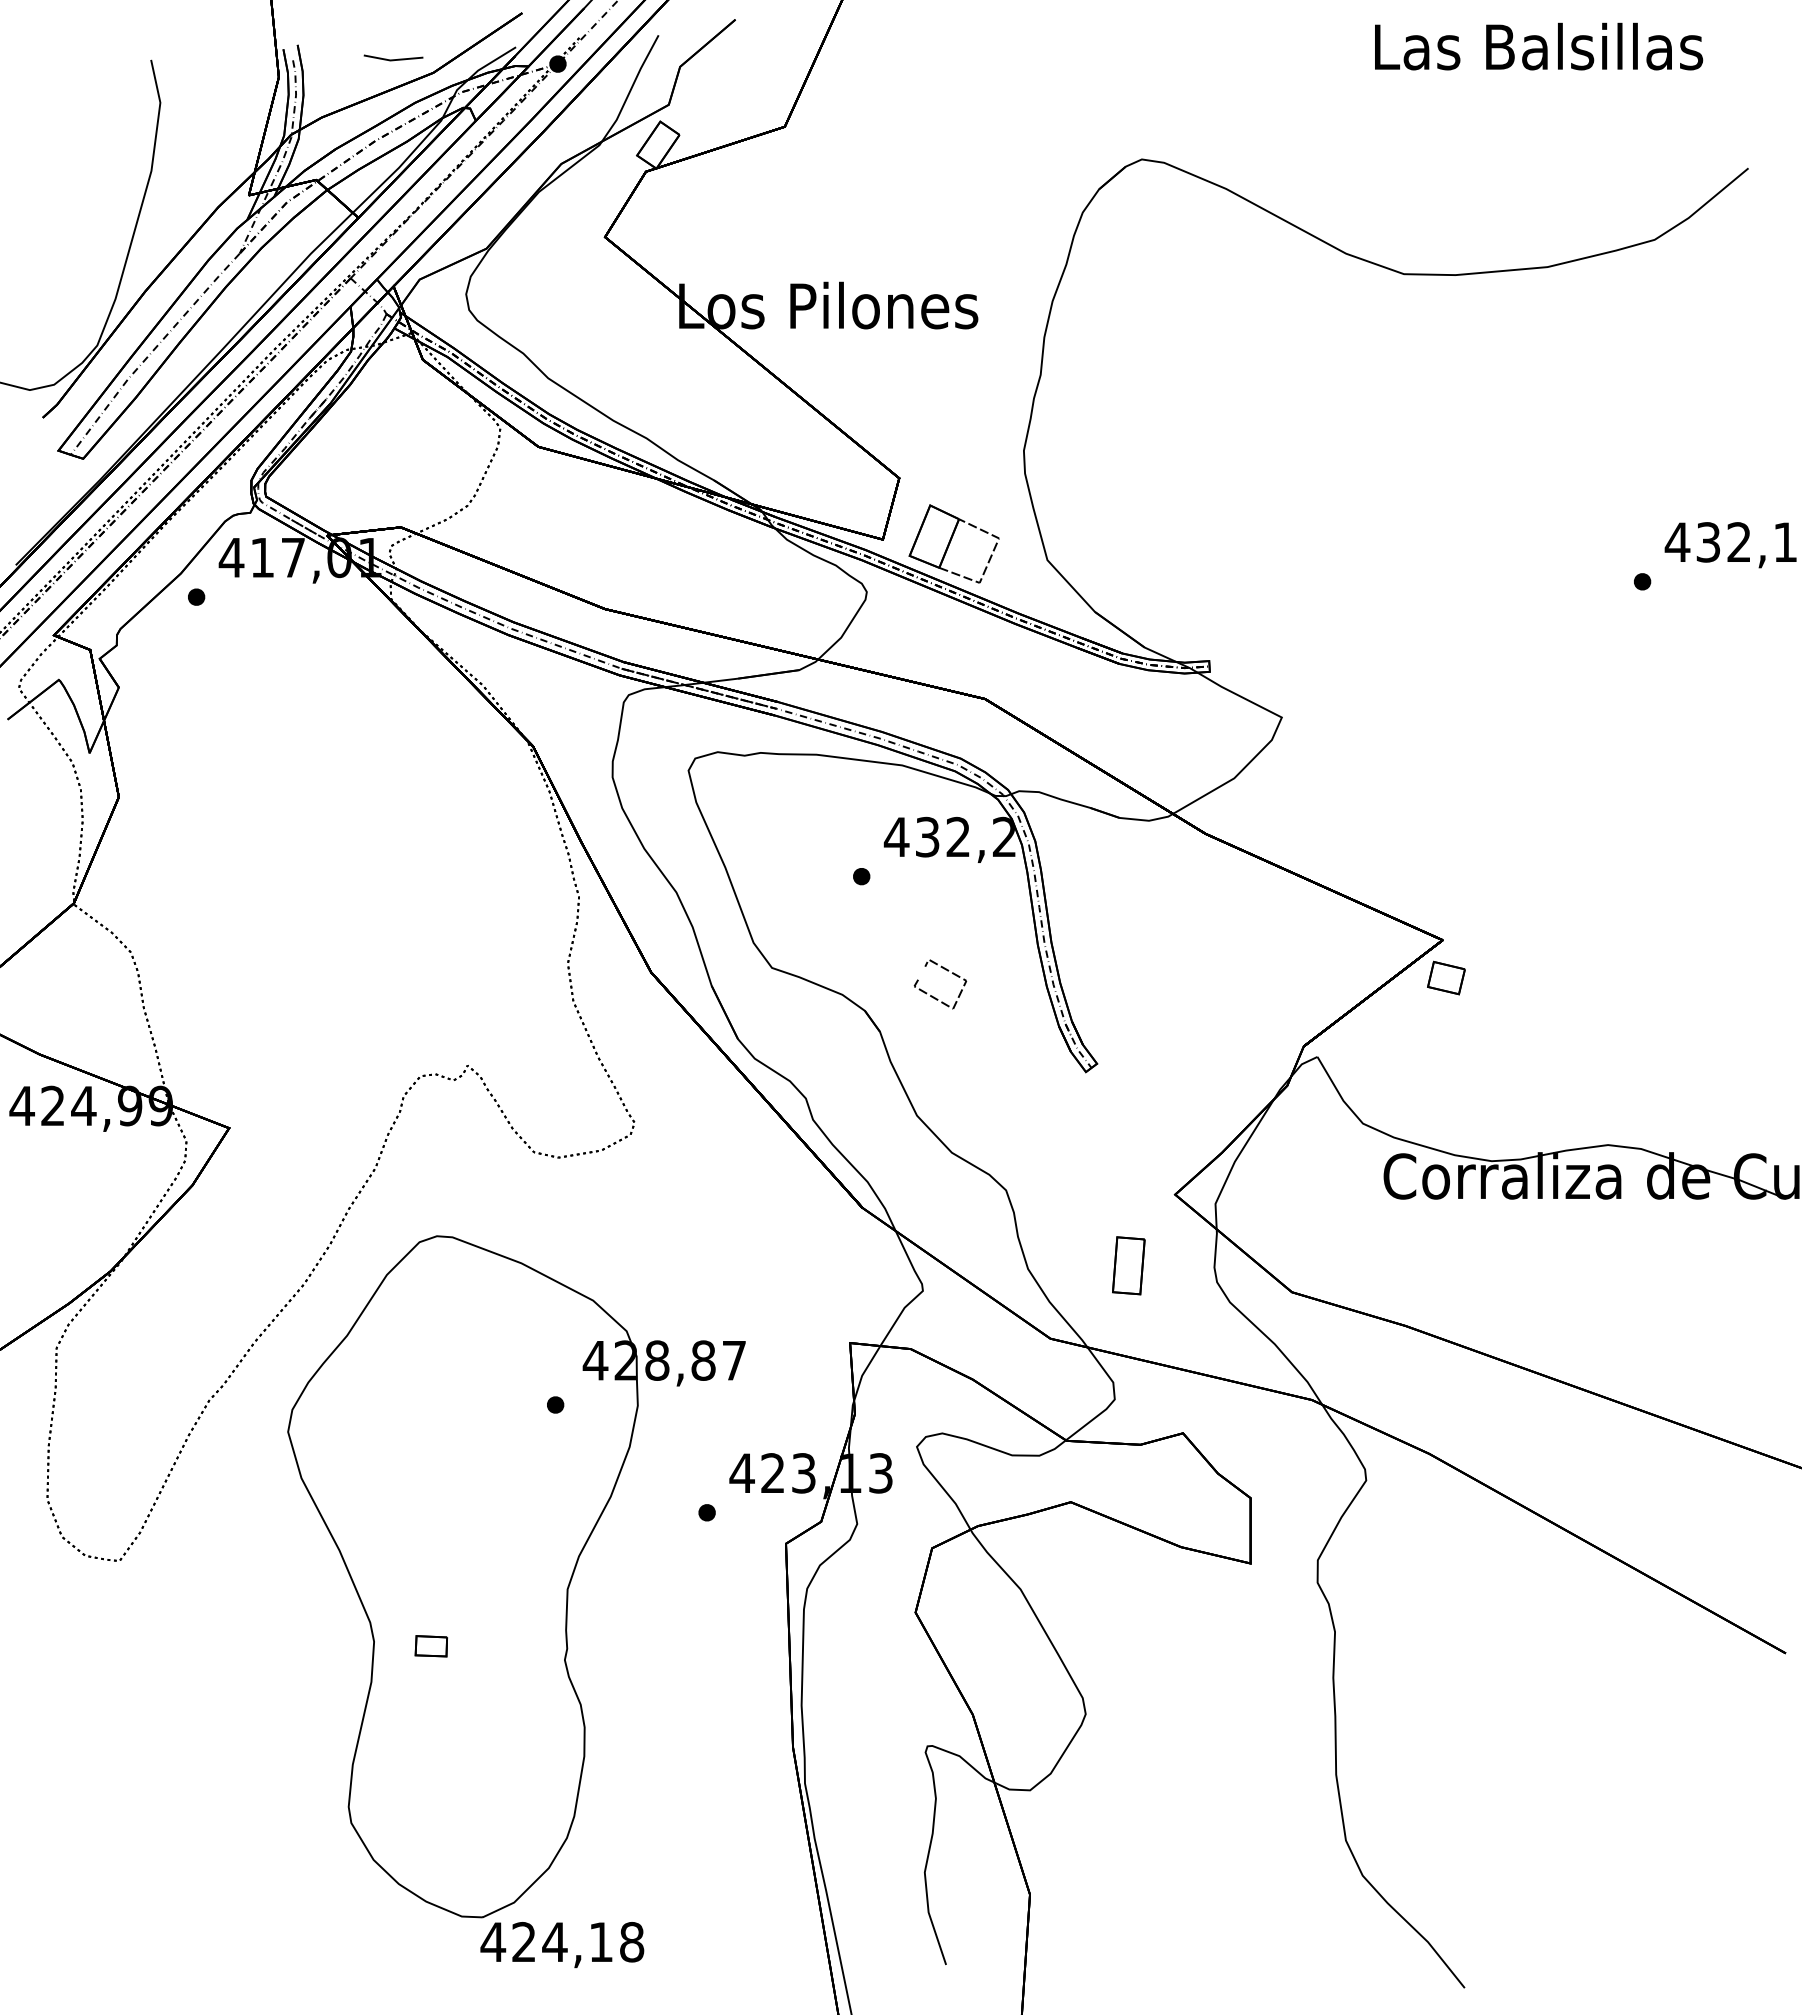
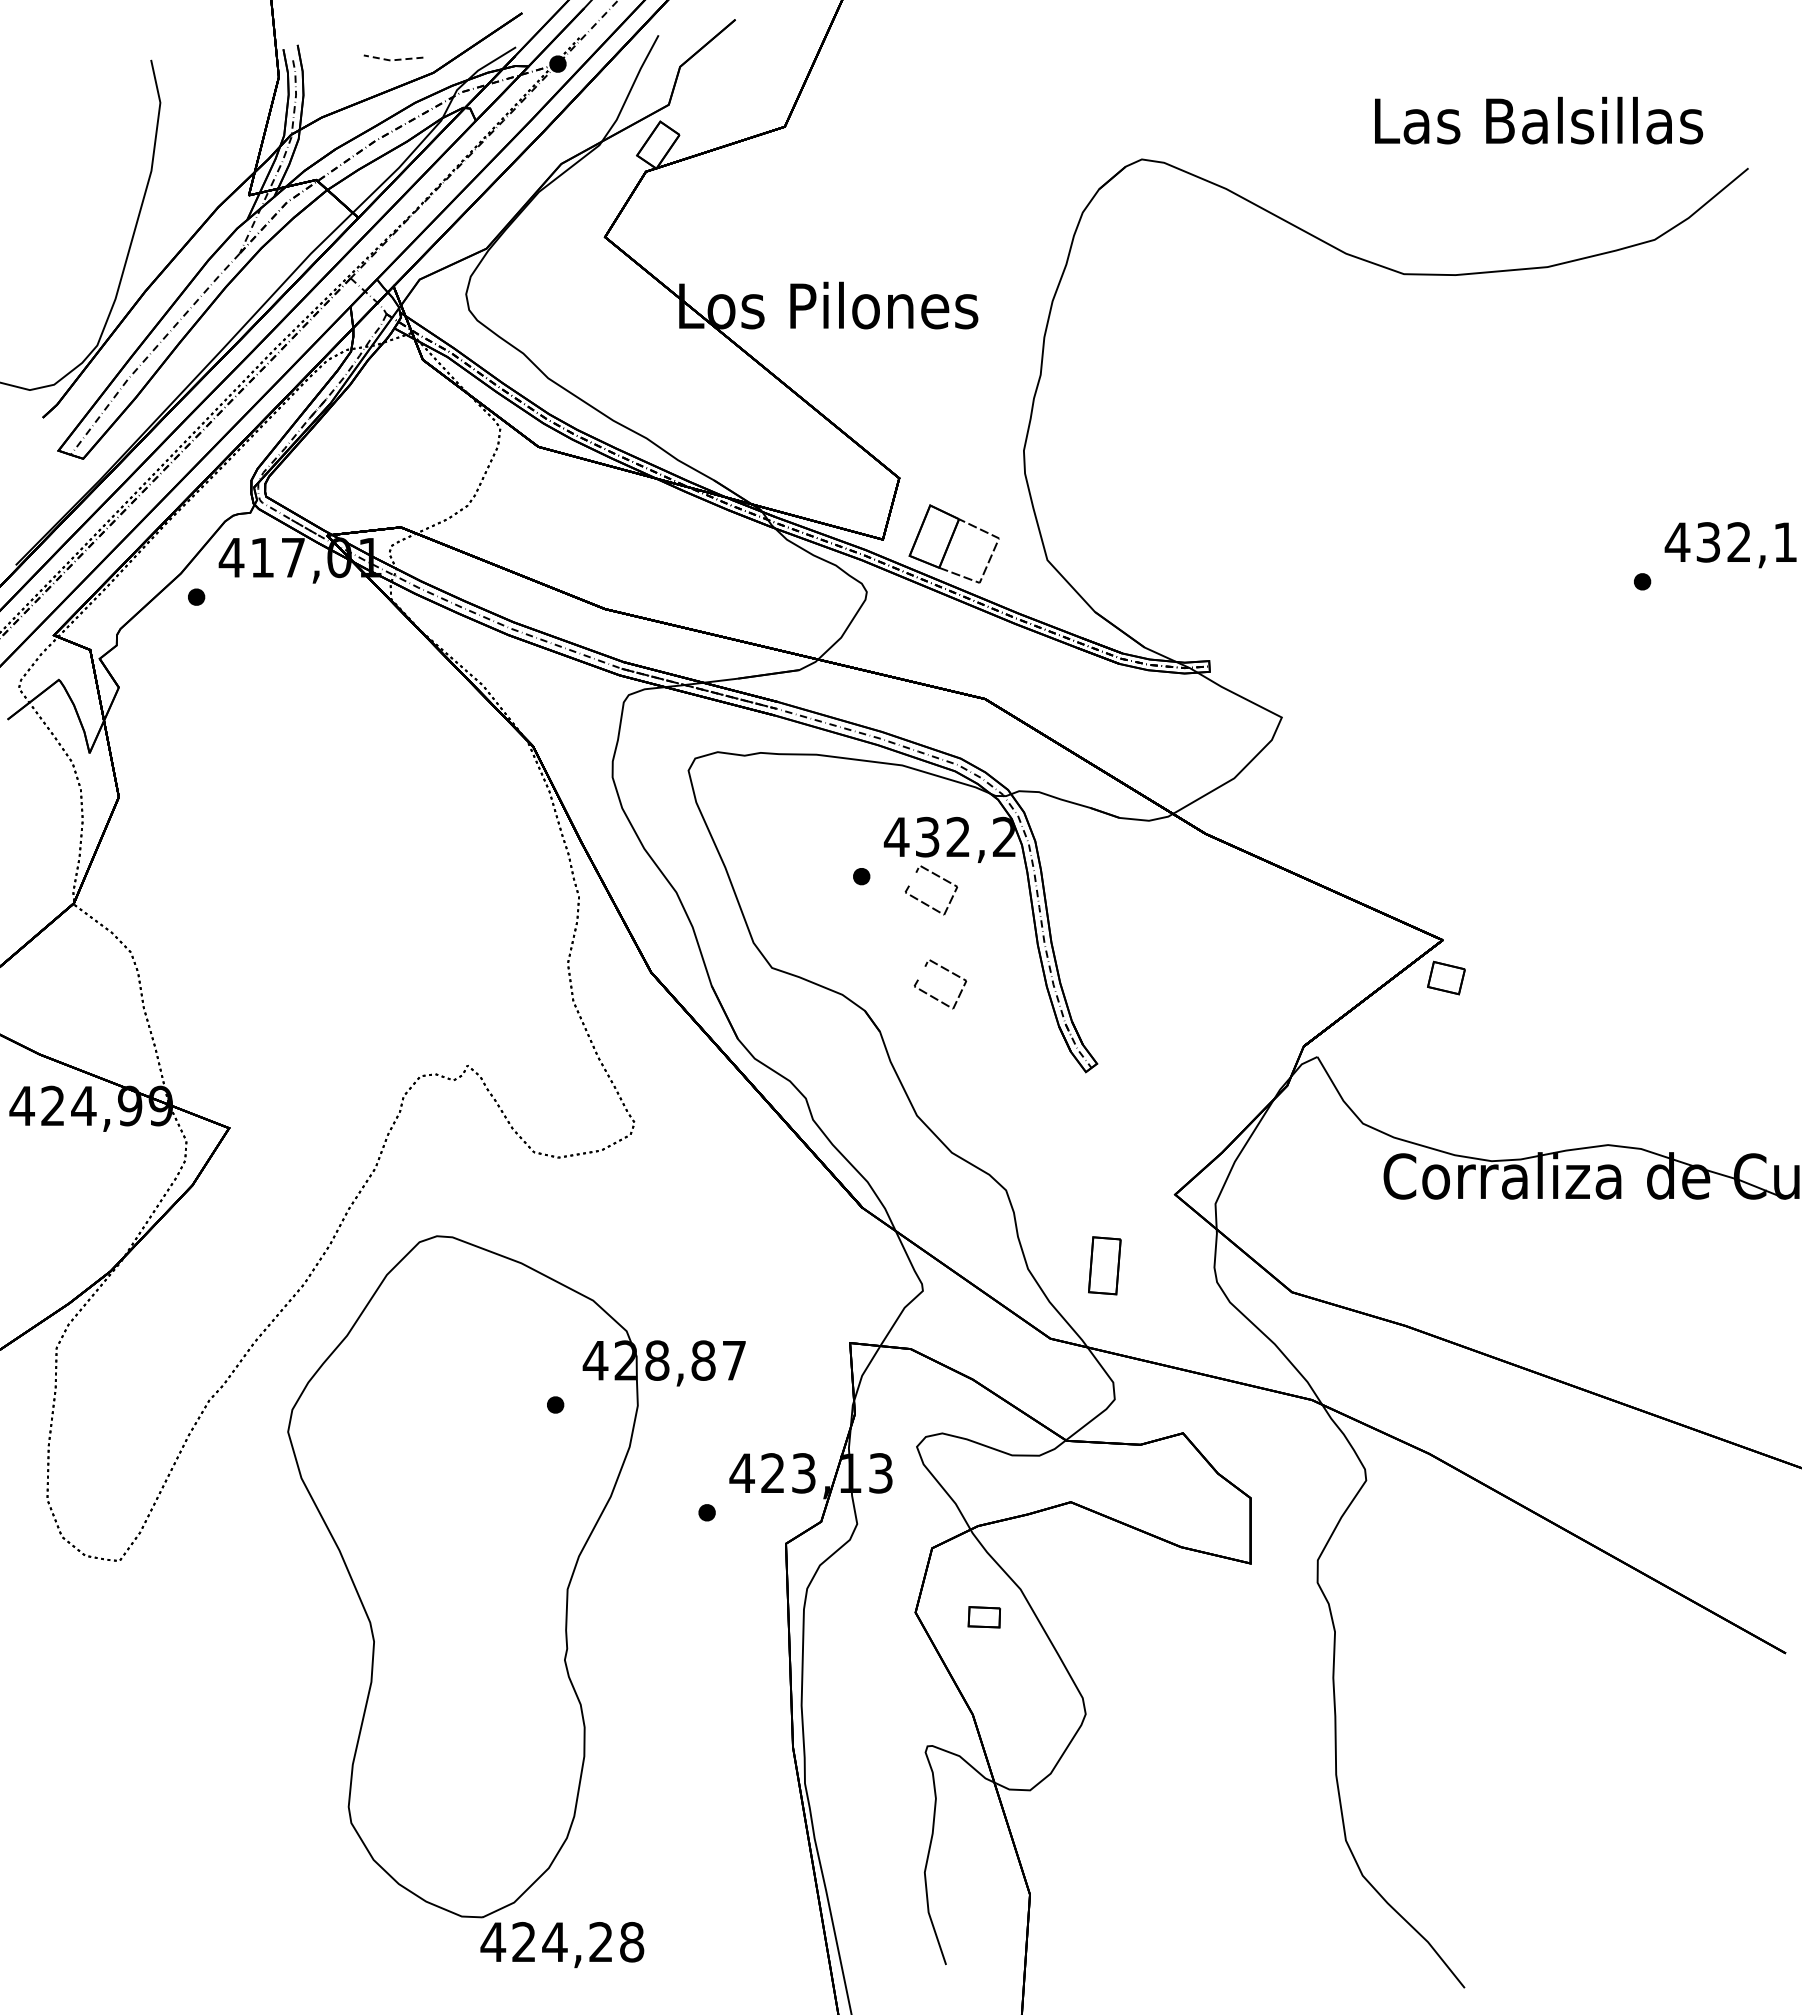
text at (1539, 46) position: (1539, 46) -> (1539, 120)
line at (392, 60): solid -> dashed
curve at (923, 901): none -> present
part at (1128, 1265) position: (1128, 1265) -> (1104, 1265)
part at (430, 1646) position: (430, 1646) -> (983, 1617)
text at (600, 1941): 424,18 -> 424,28
